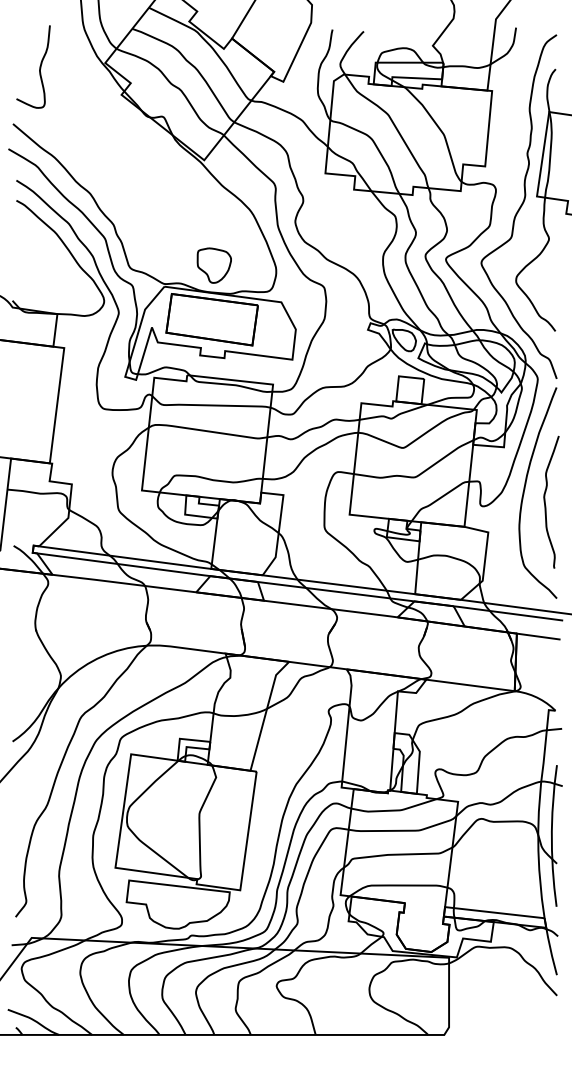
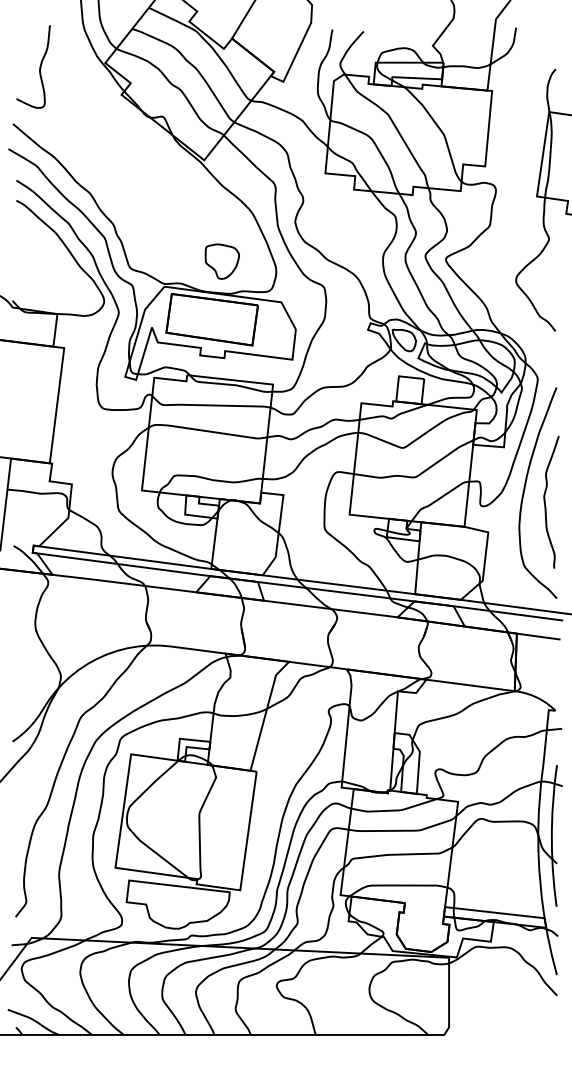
curve at (519, 206): present -> none
part at (213, 265) position: (213, 265) -> (221, 261)
